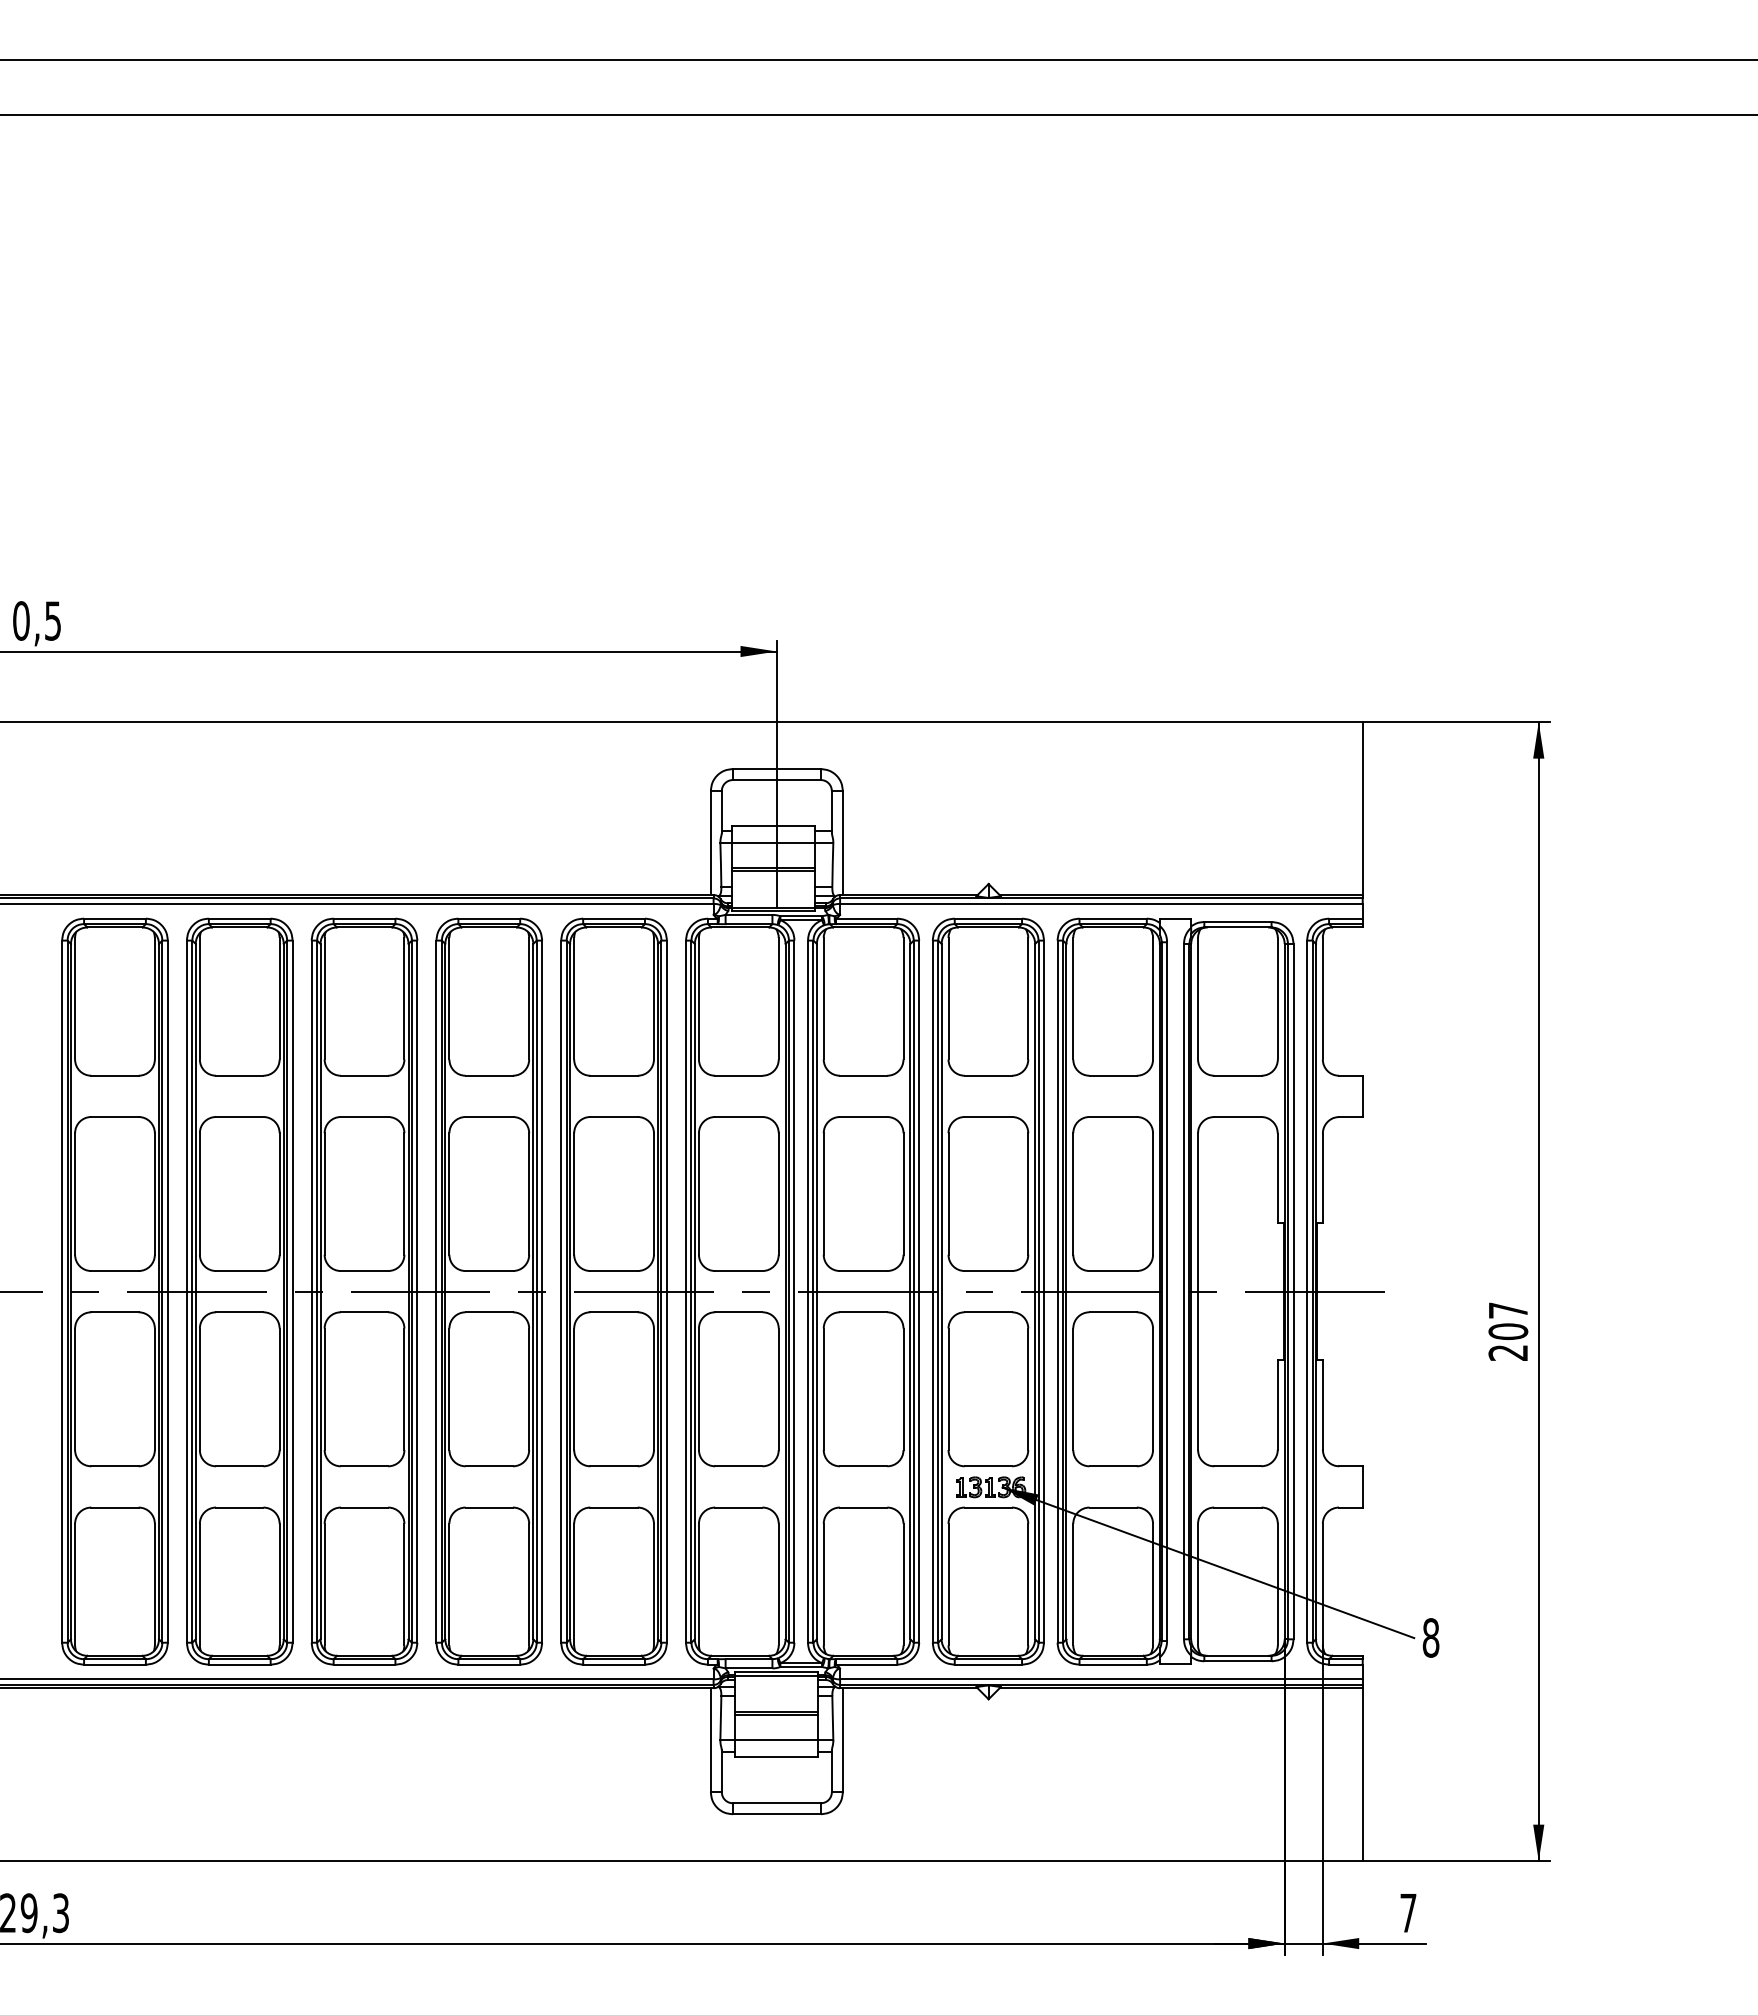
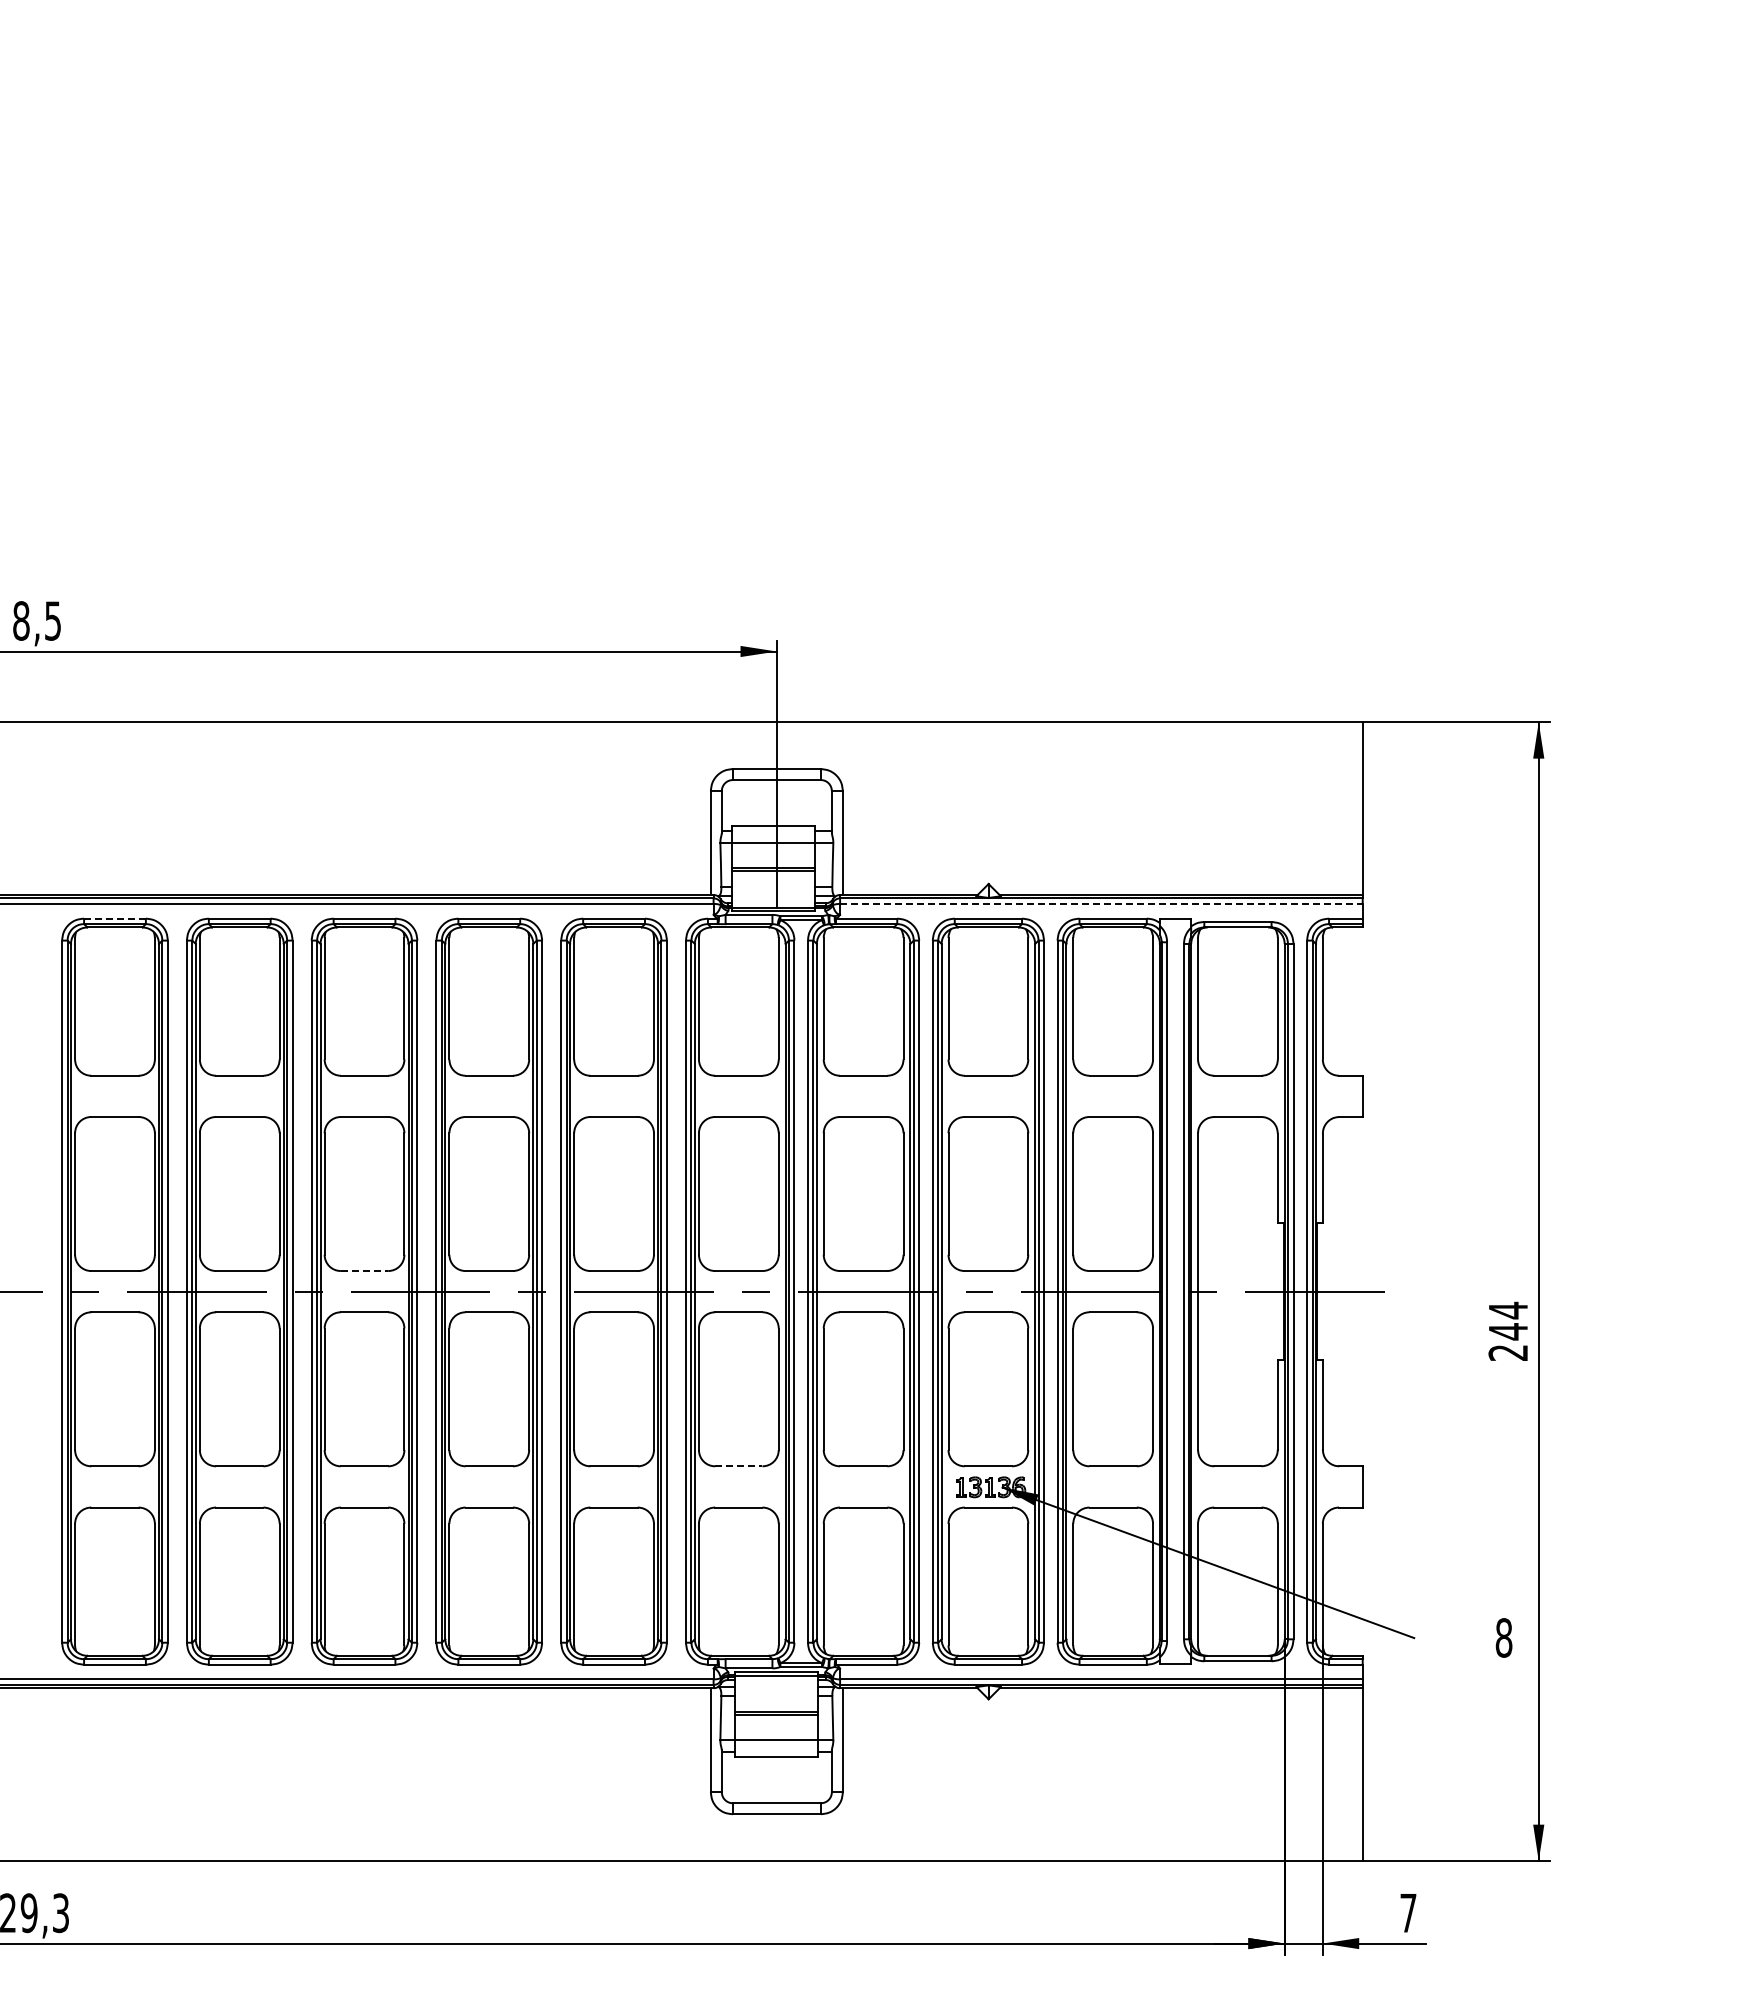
line at (878, 60): present -> none
line at (878, 115): present -> none
text at (21, 620): 0,5 -> 8,5
line at (1101, 903): solid -> dashed
line at (114, 918): solid -> dashed
line at (364, 1271): solid -> dashed
text at (1508, 1320): 207 -> 244
line at (738, 1466): solid -> dashed
text at (1430, 1637) position: (1430, 1637) -> (1503, 1637)
